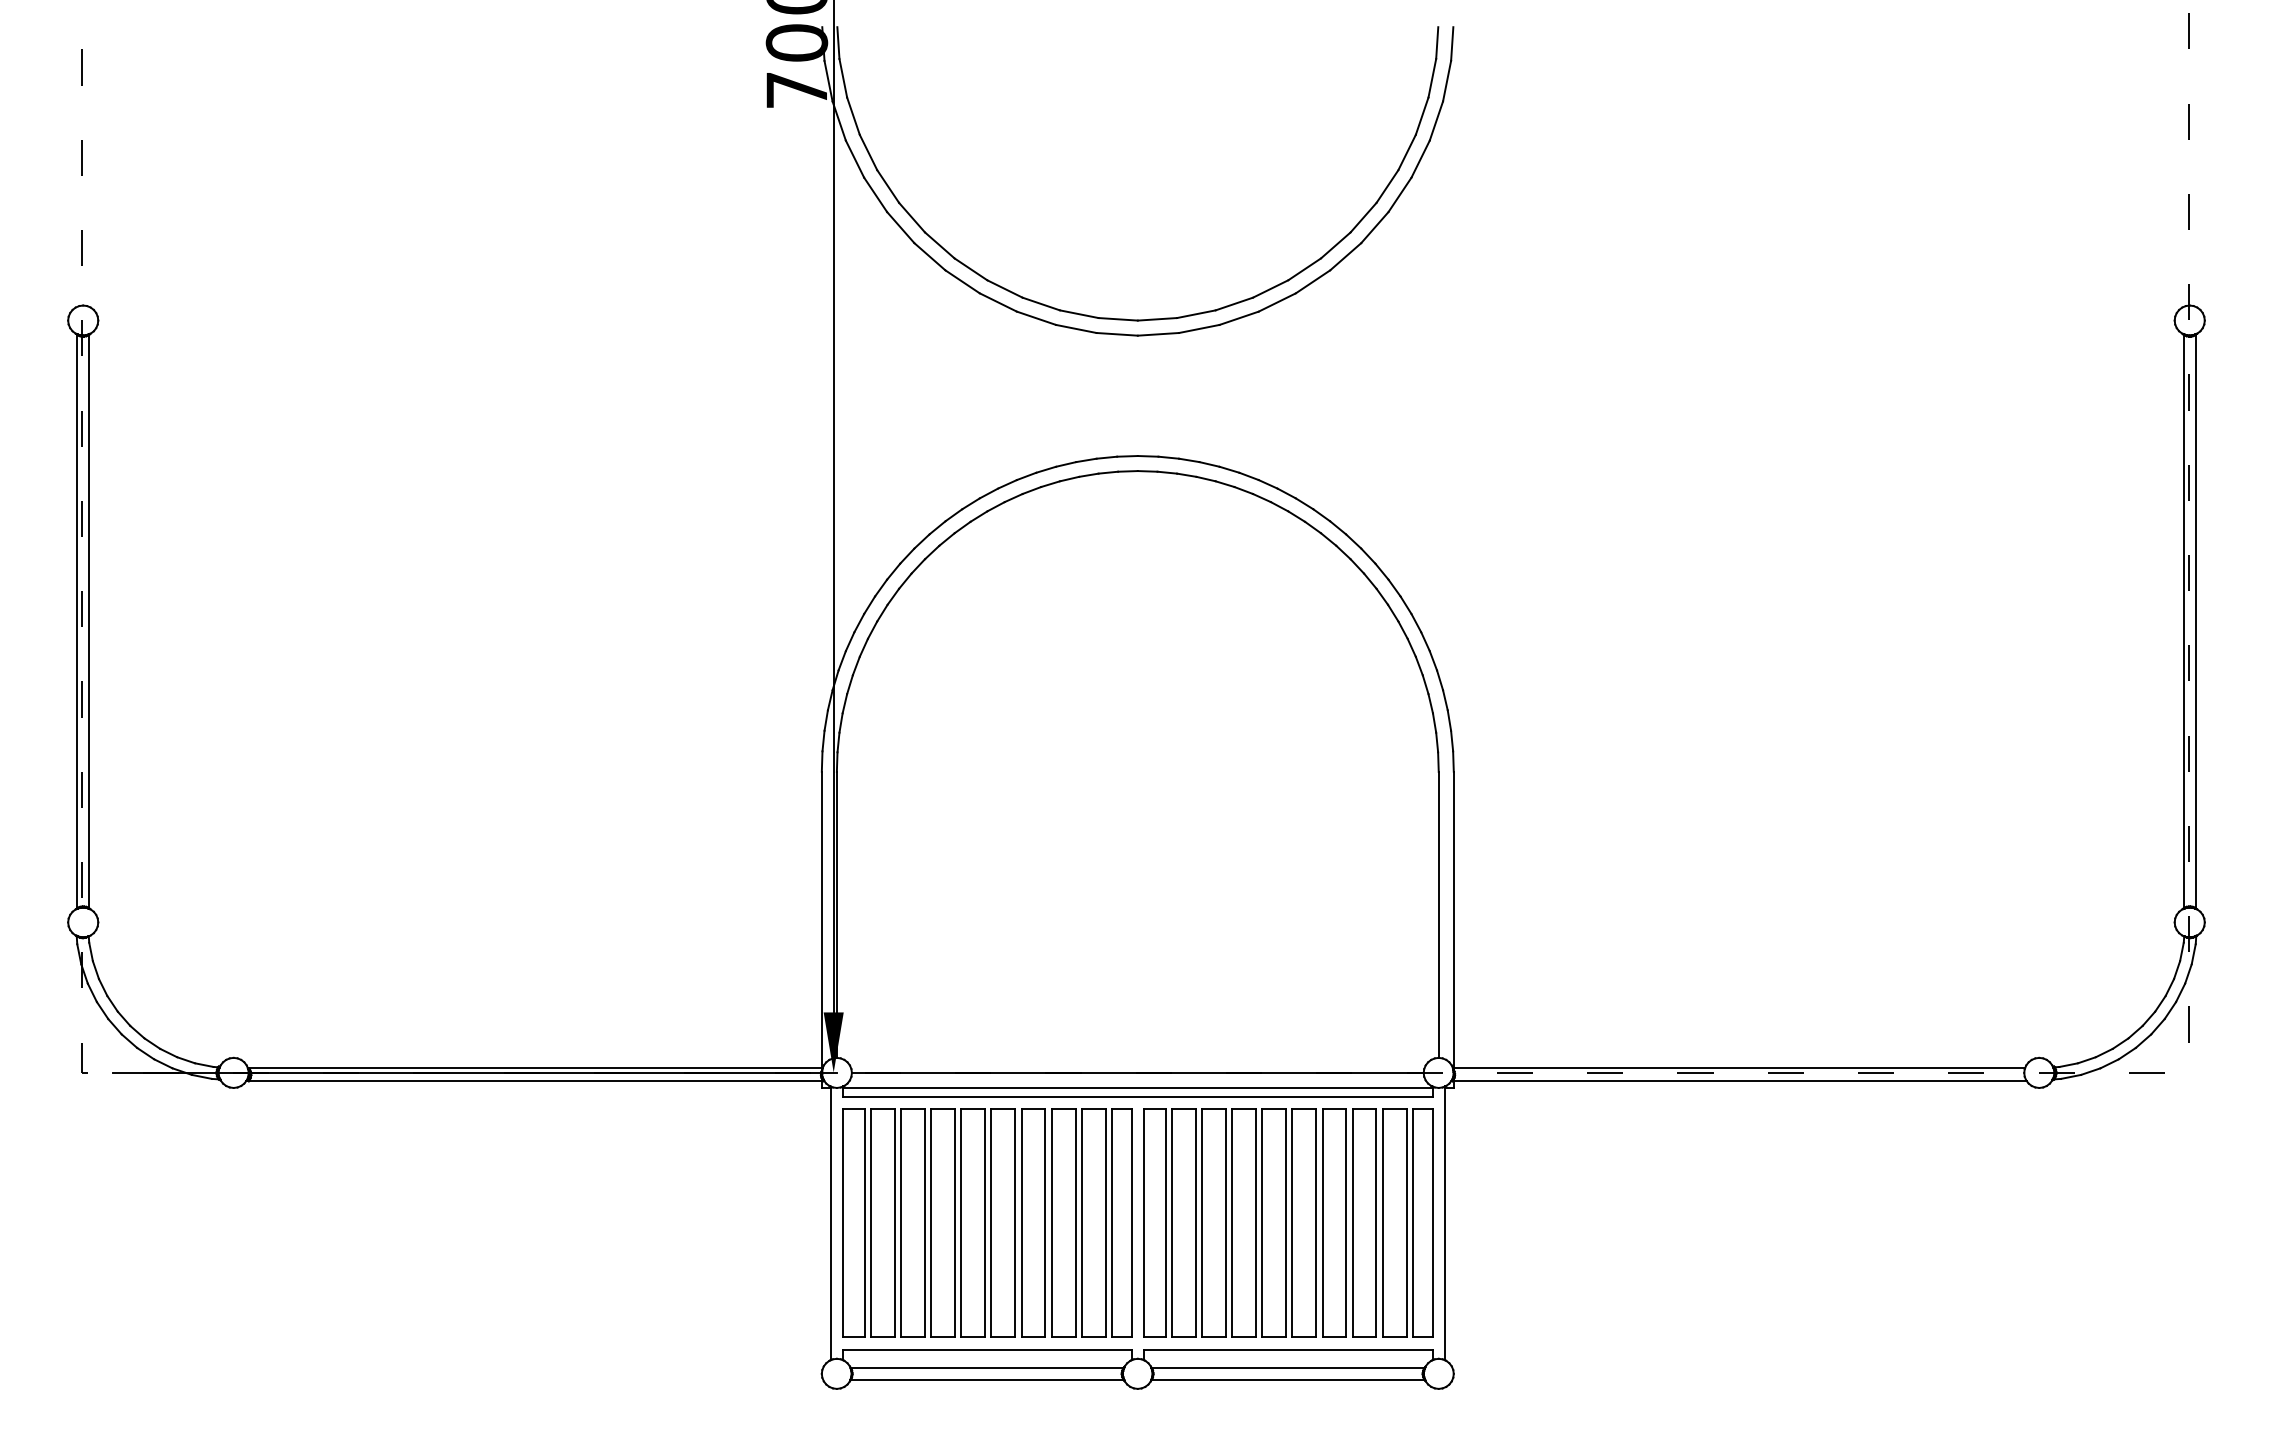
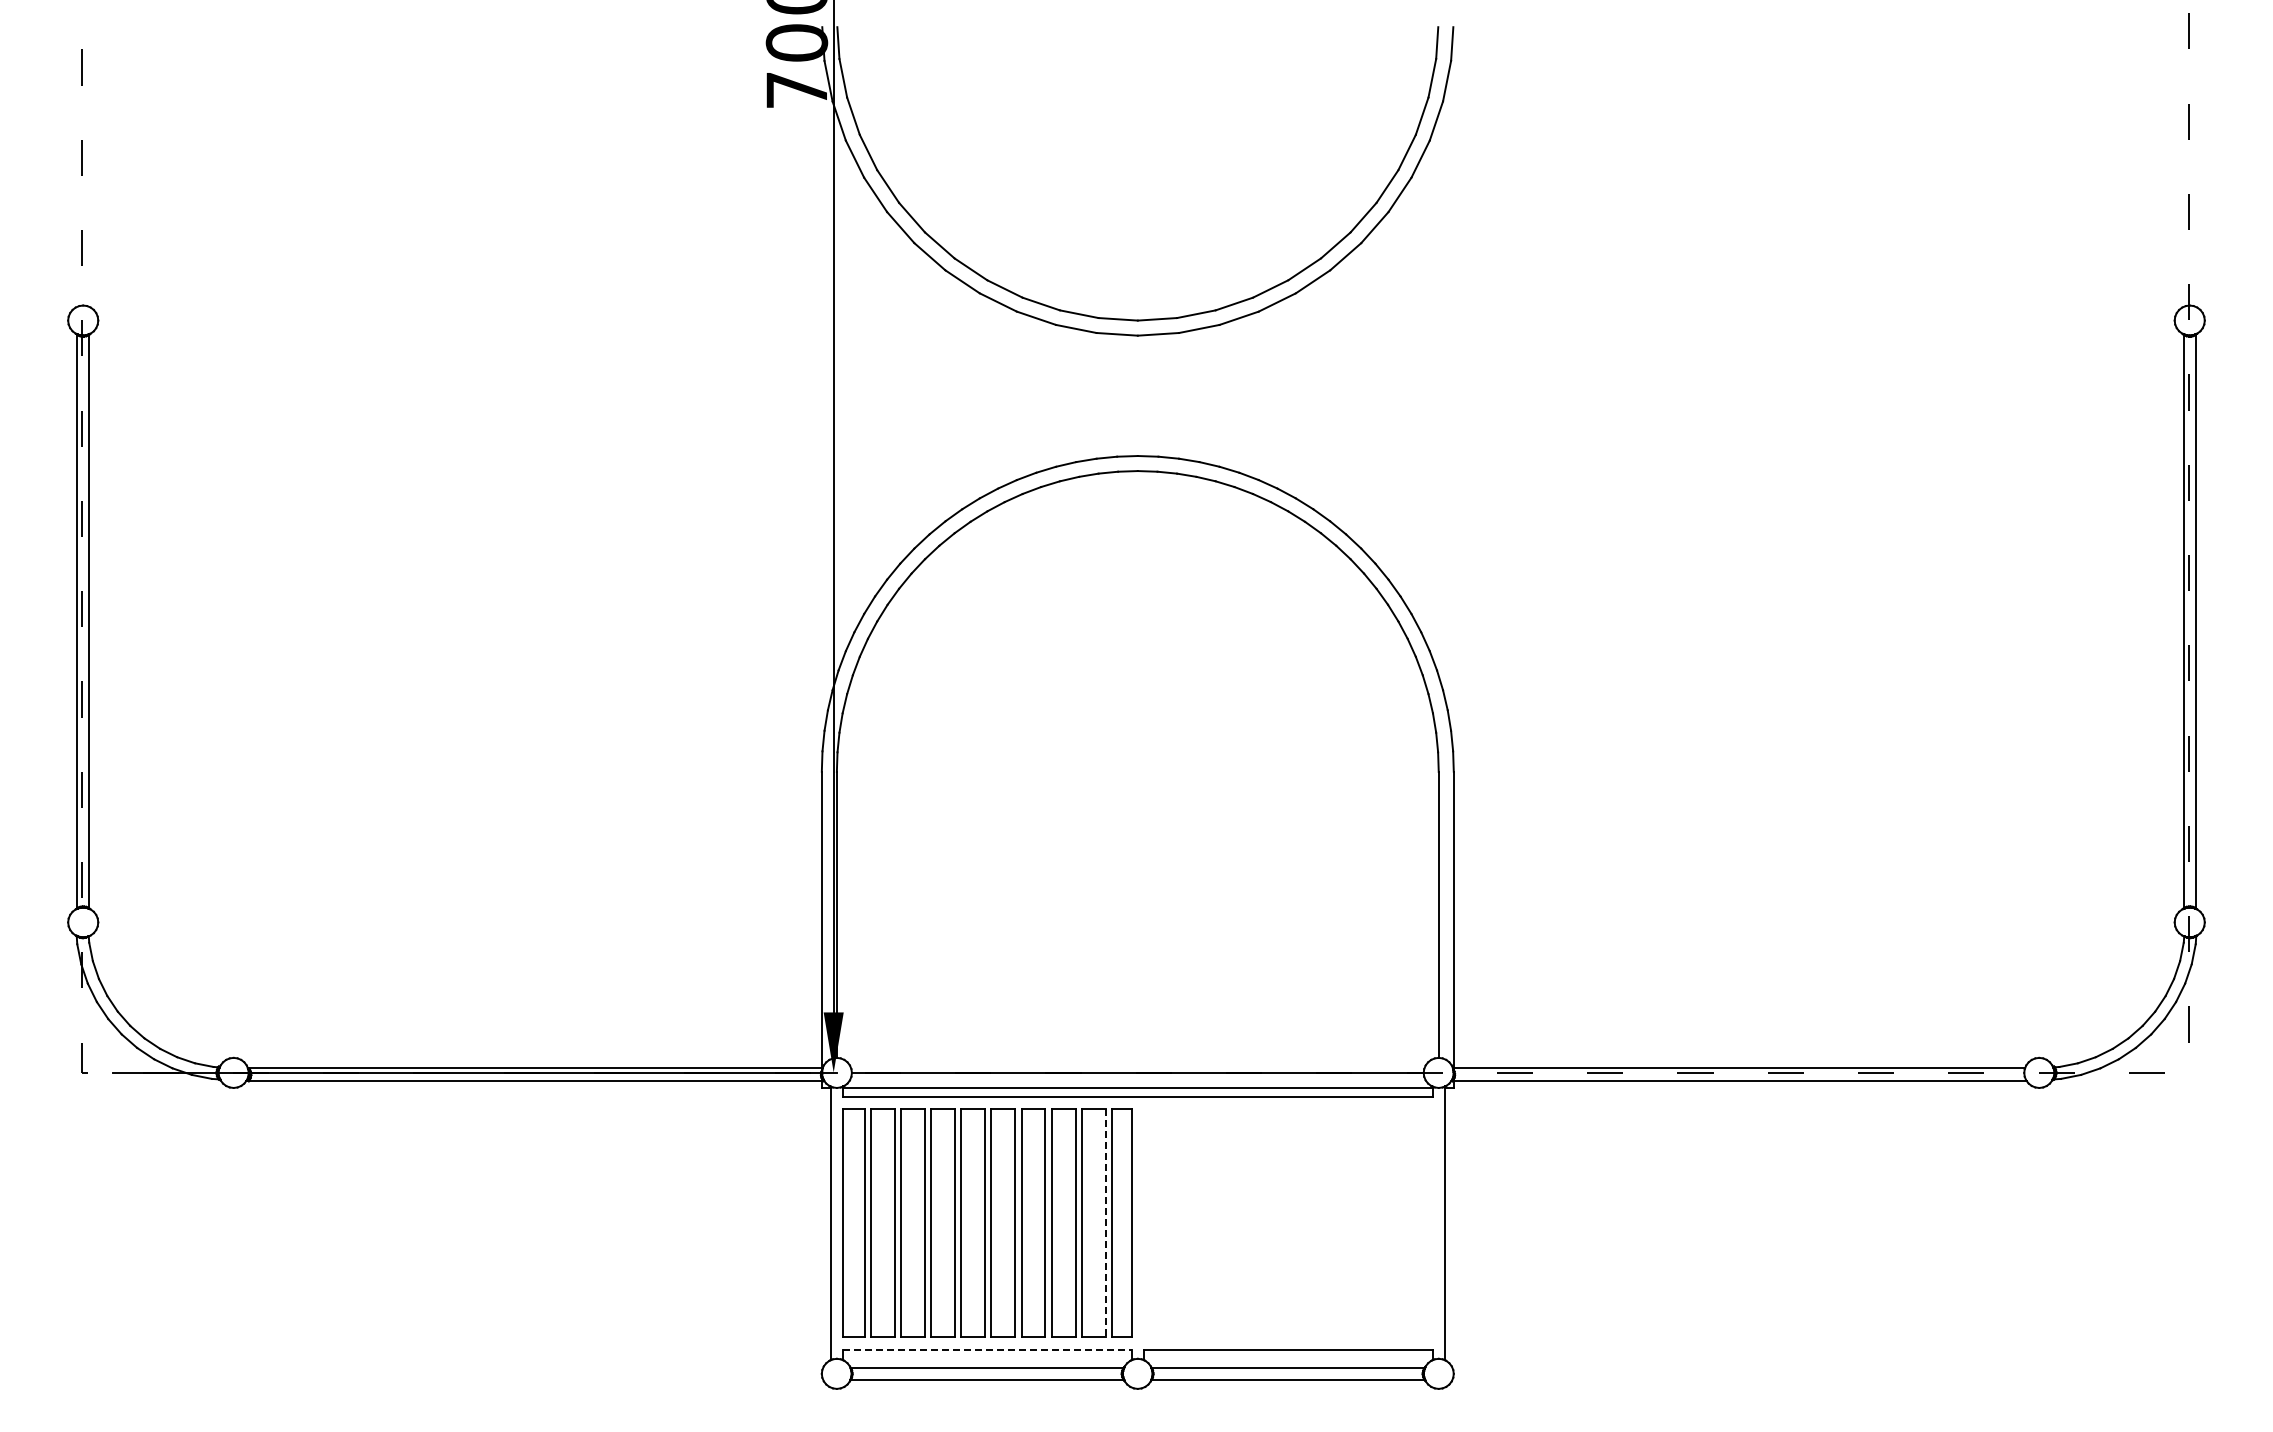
part at (1288, 1222): present -> none
line at (1105, 1223): solid -> dashed
line at (987, 1349): solid -> dashed
